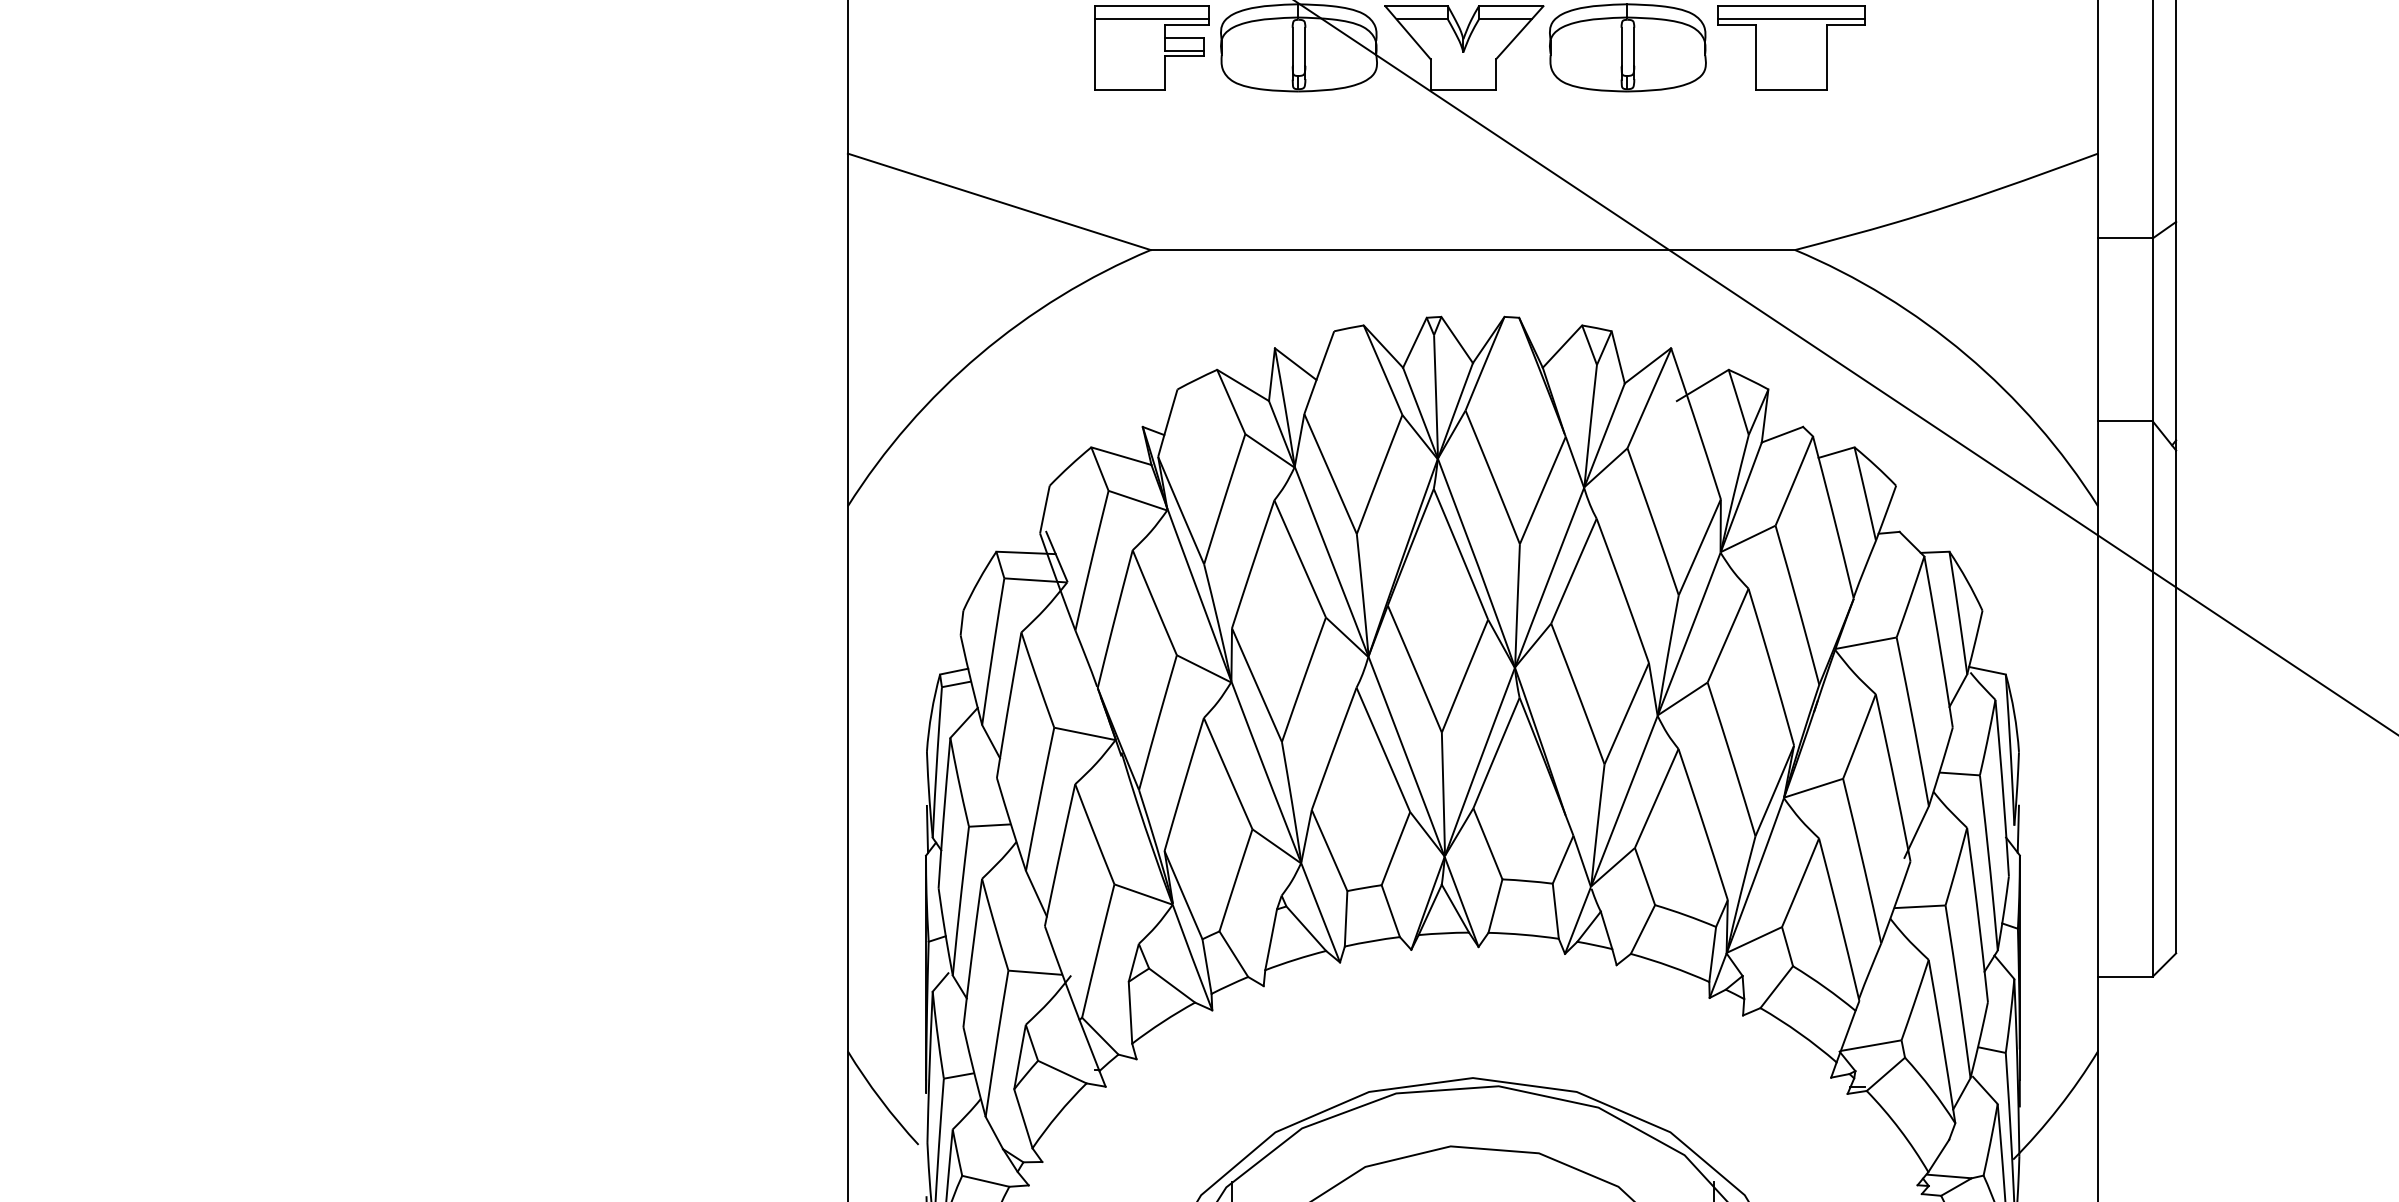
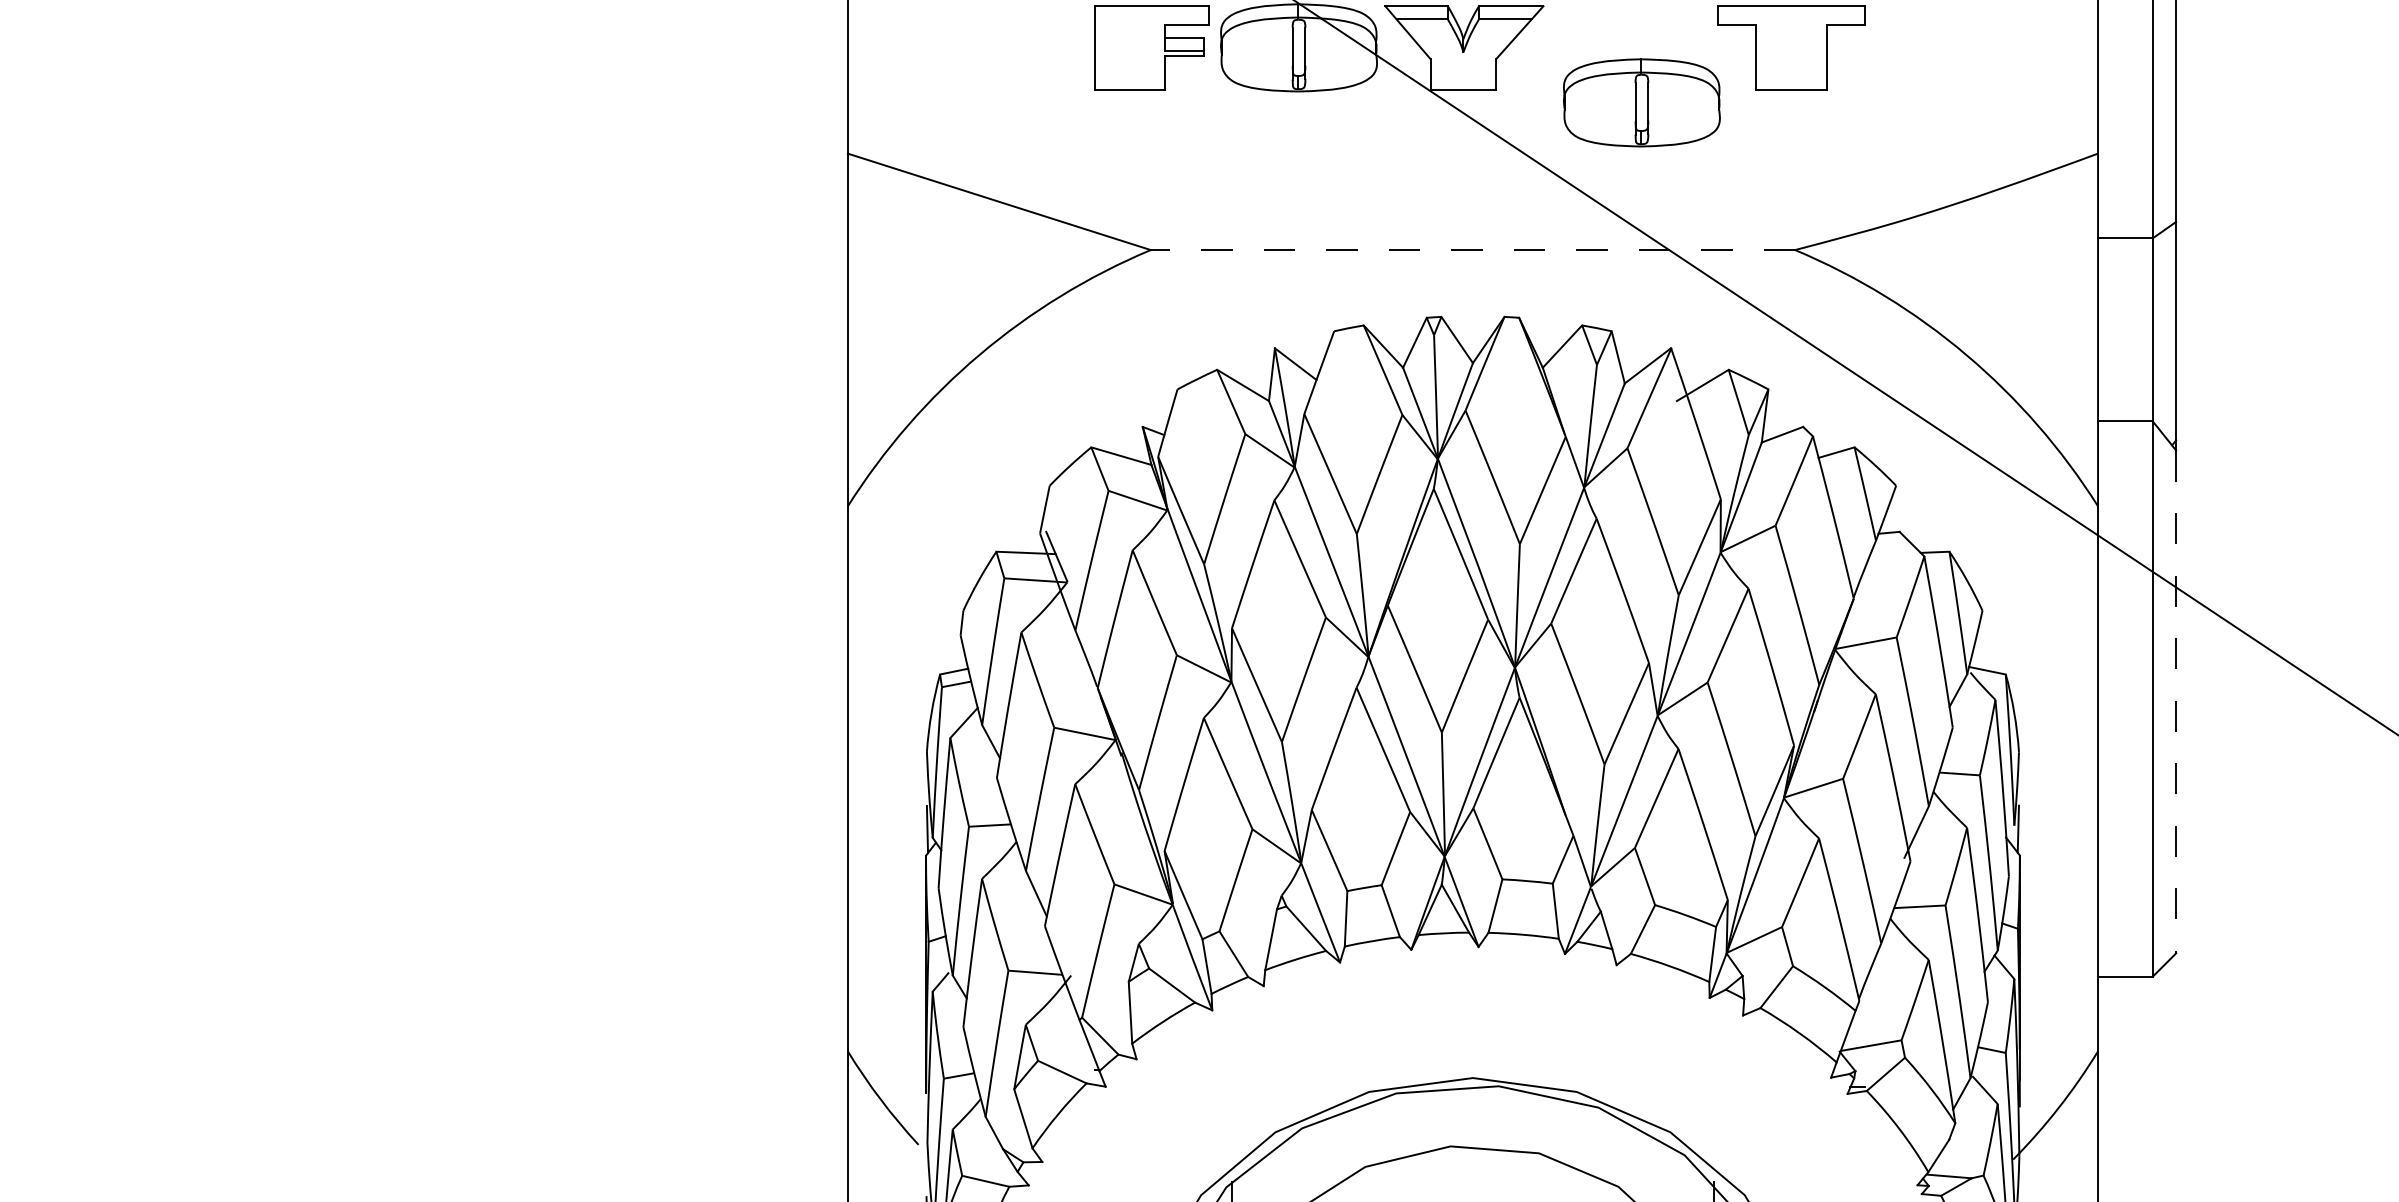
line at (1151, 19): present -> none
line at (1791, 19): present -> none
part at (1627, 47) position: (1627, 47) -> (1641, 102)
line at (1472, 250): solid -> dashed
line at (2176, 702): solid -> dashed
